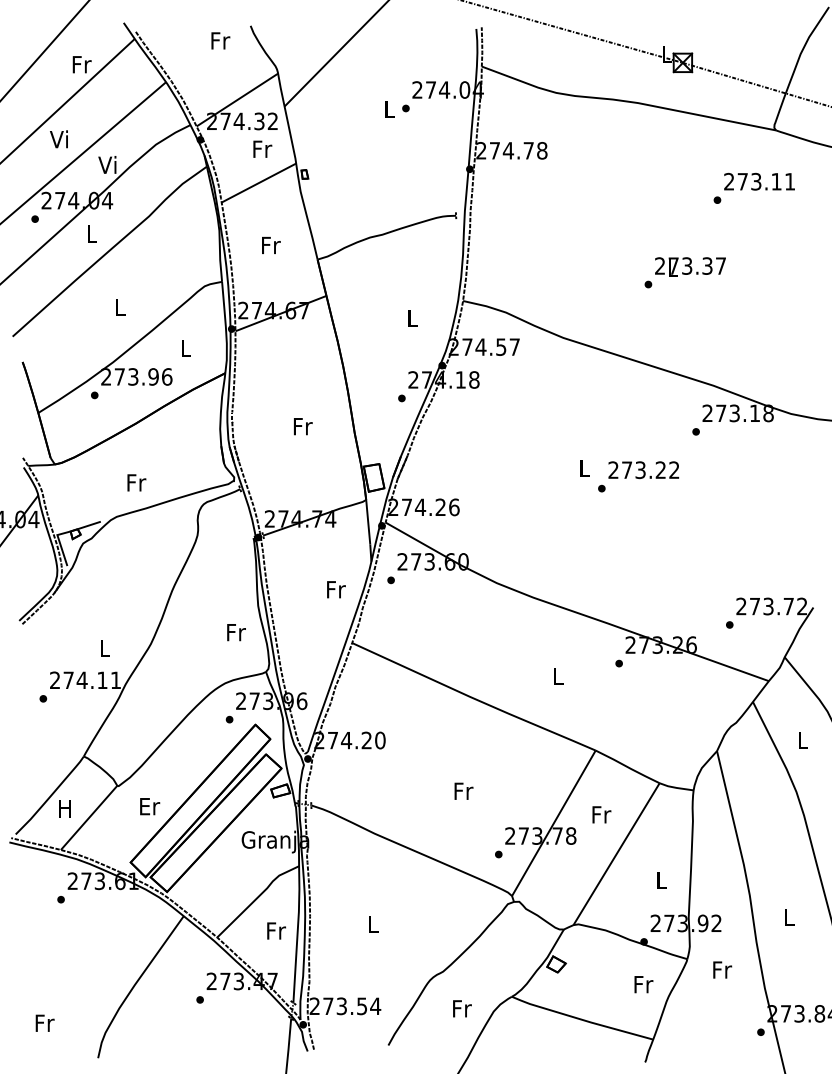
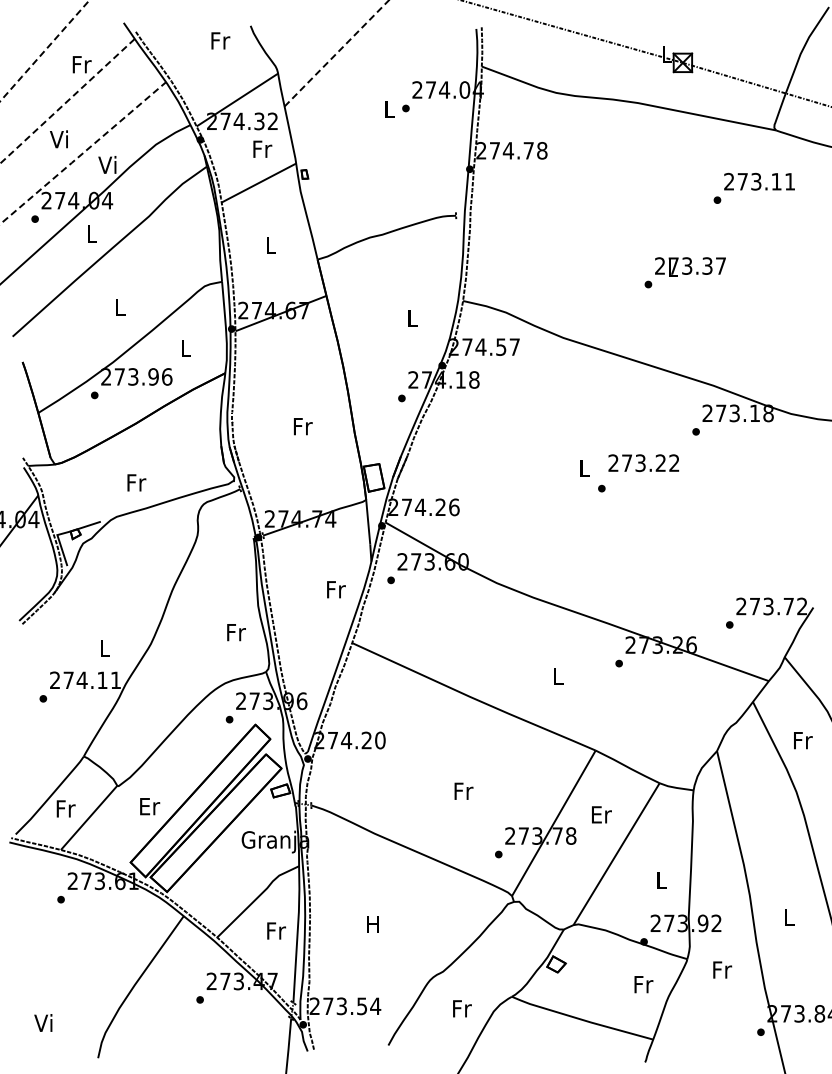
line at (44, 51): solid -> dashed
line at (337, 53): solid -> dashed
line at (66, 101): solid -> dashed
line at (83, 153): solid -> dashed
text at (271, 245): Fr -> L
text at (643, 470) position: (643, 470) -> (643, 463)
text at (803, 740): L -> Fr
text at (65, 808): H -> Fr
text at (601, 814): Fr -> Er
text at (372, 924): L -> H
text at (44, 1022): Fr -> Vi
